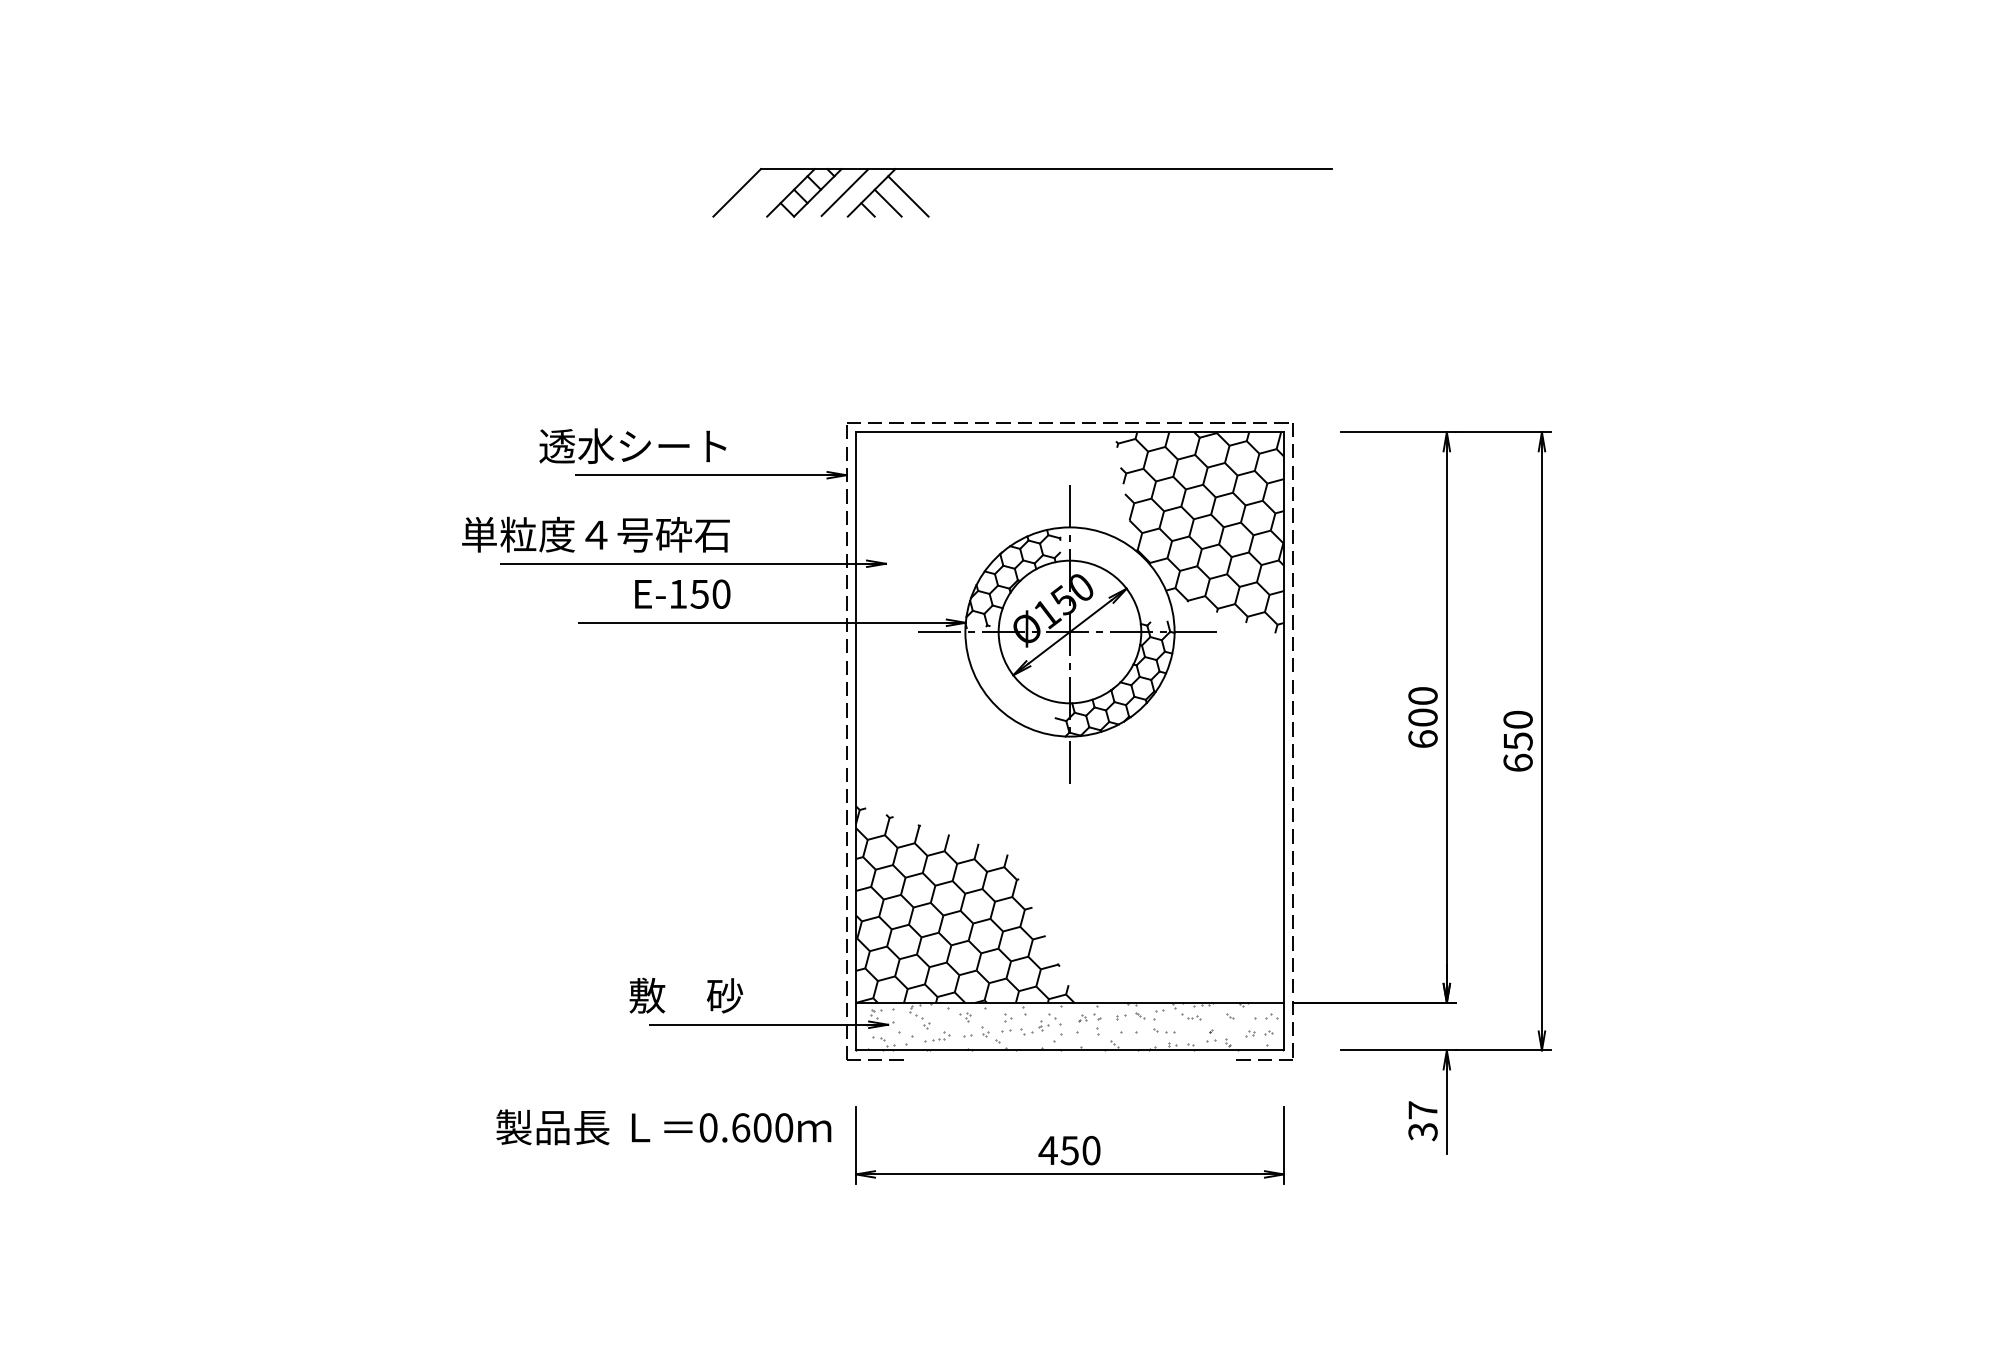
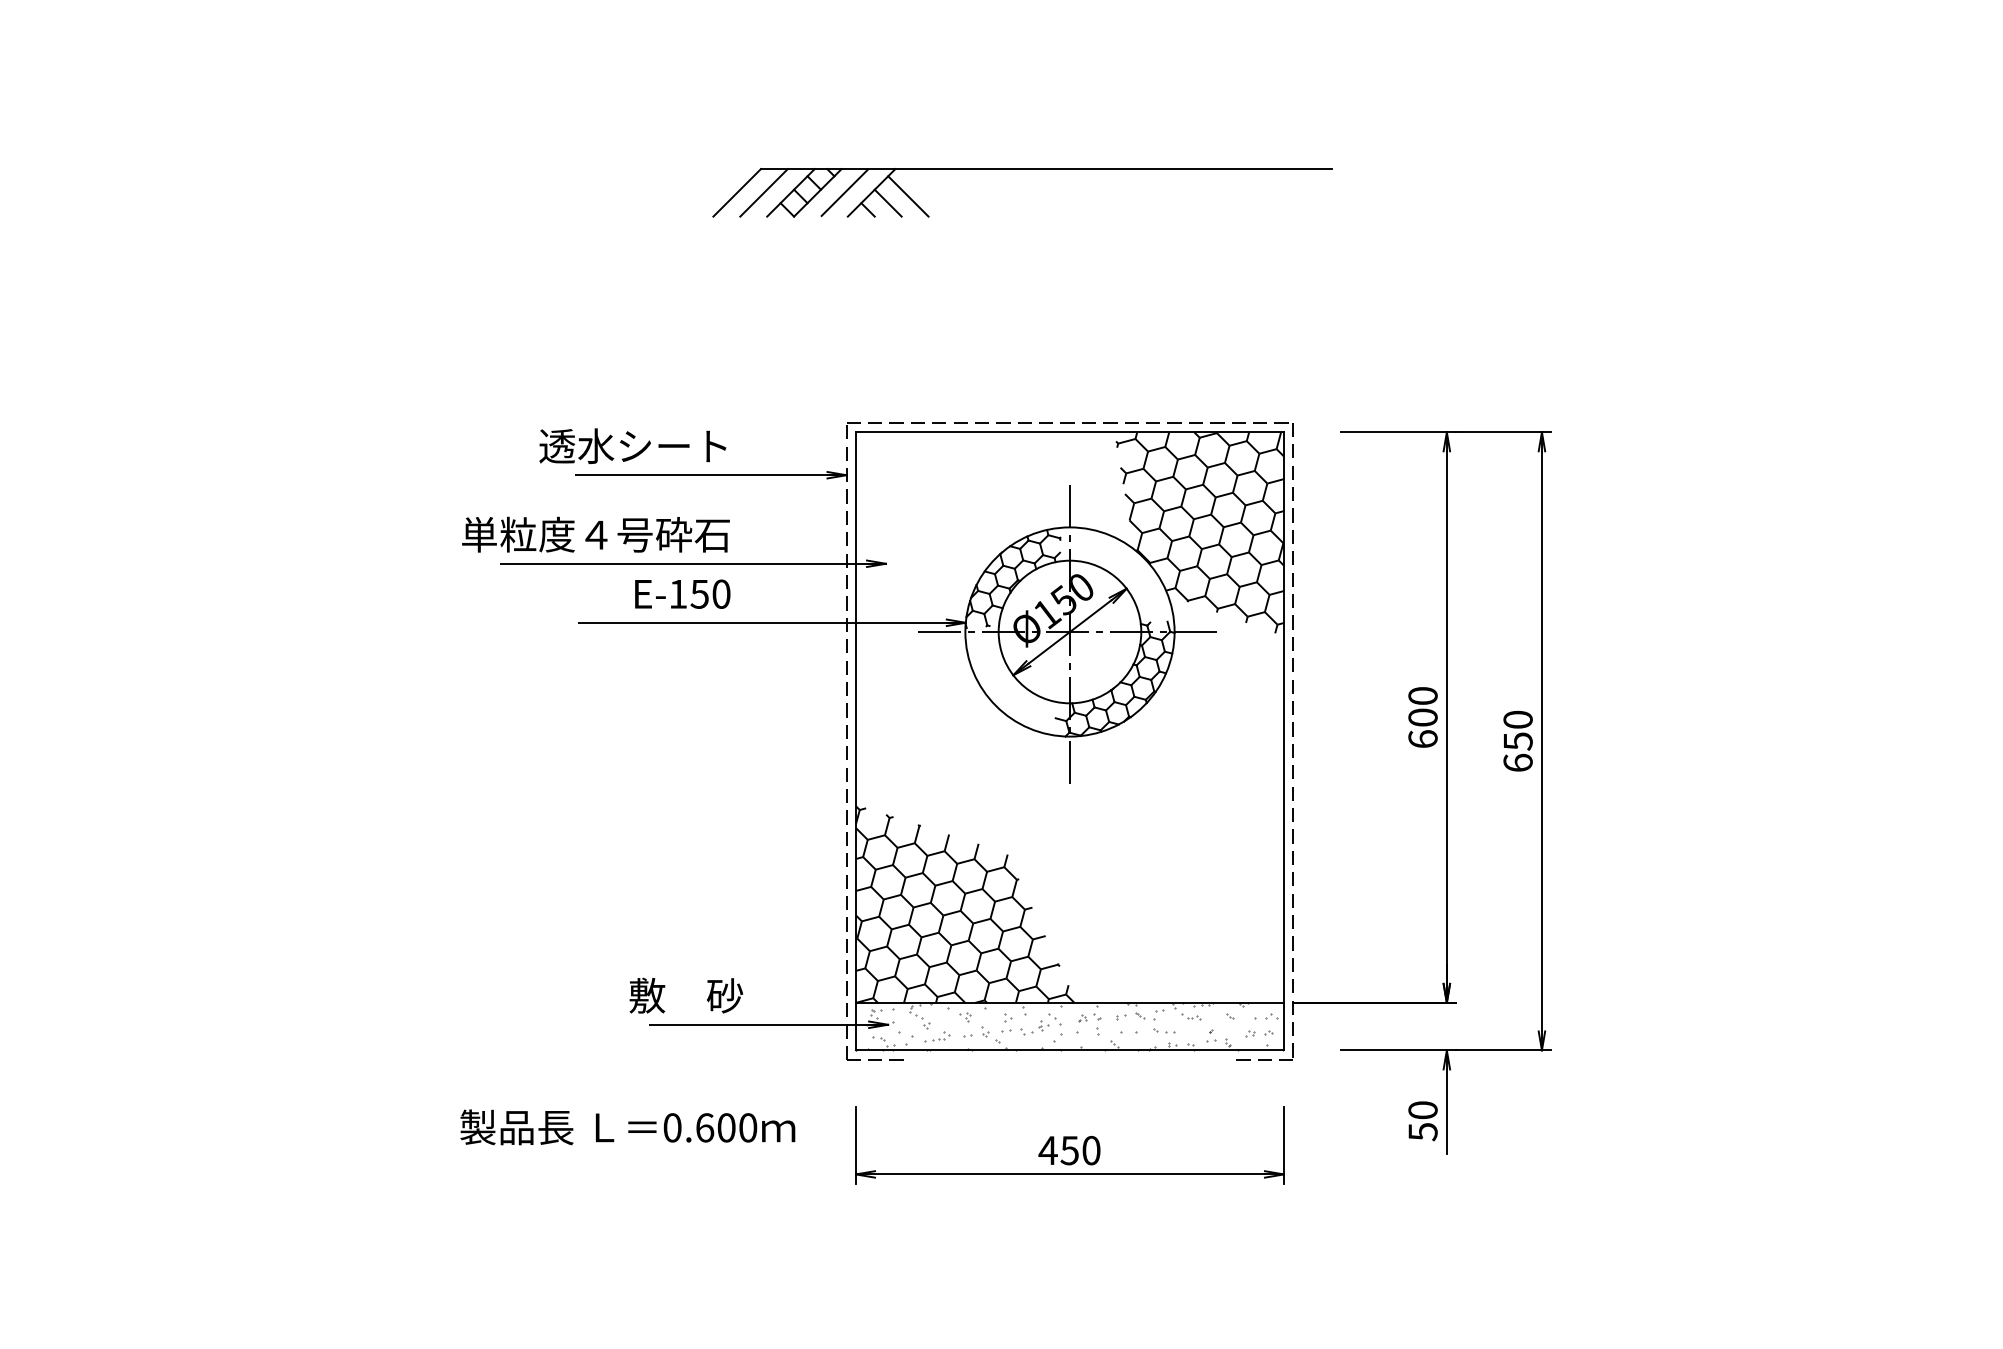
line at (763, 192): none -> present
text at (1422, 1121): 37 -> 50
text at (663, 1127) position: (663, 1127) -> (627, 1127)
